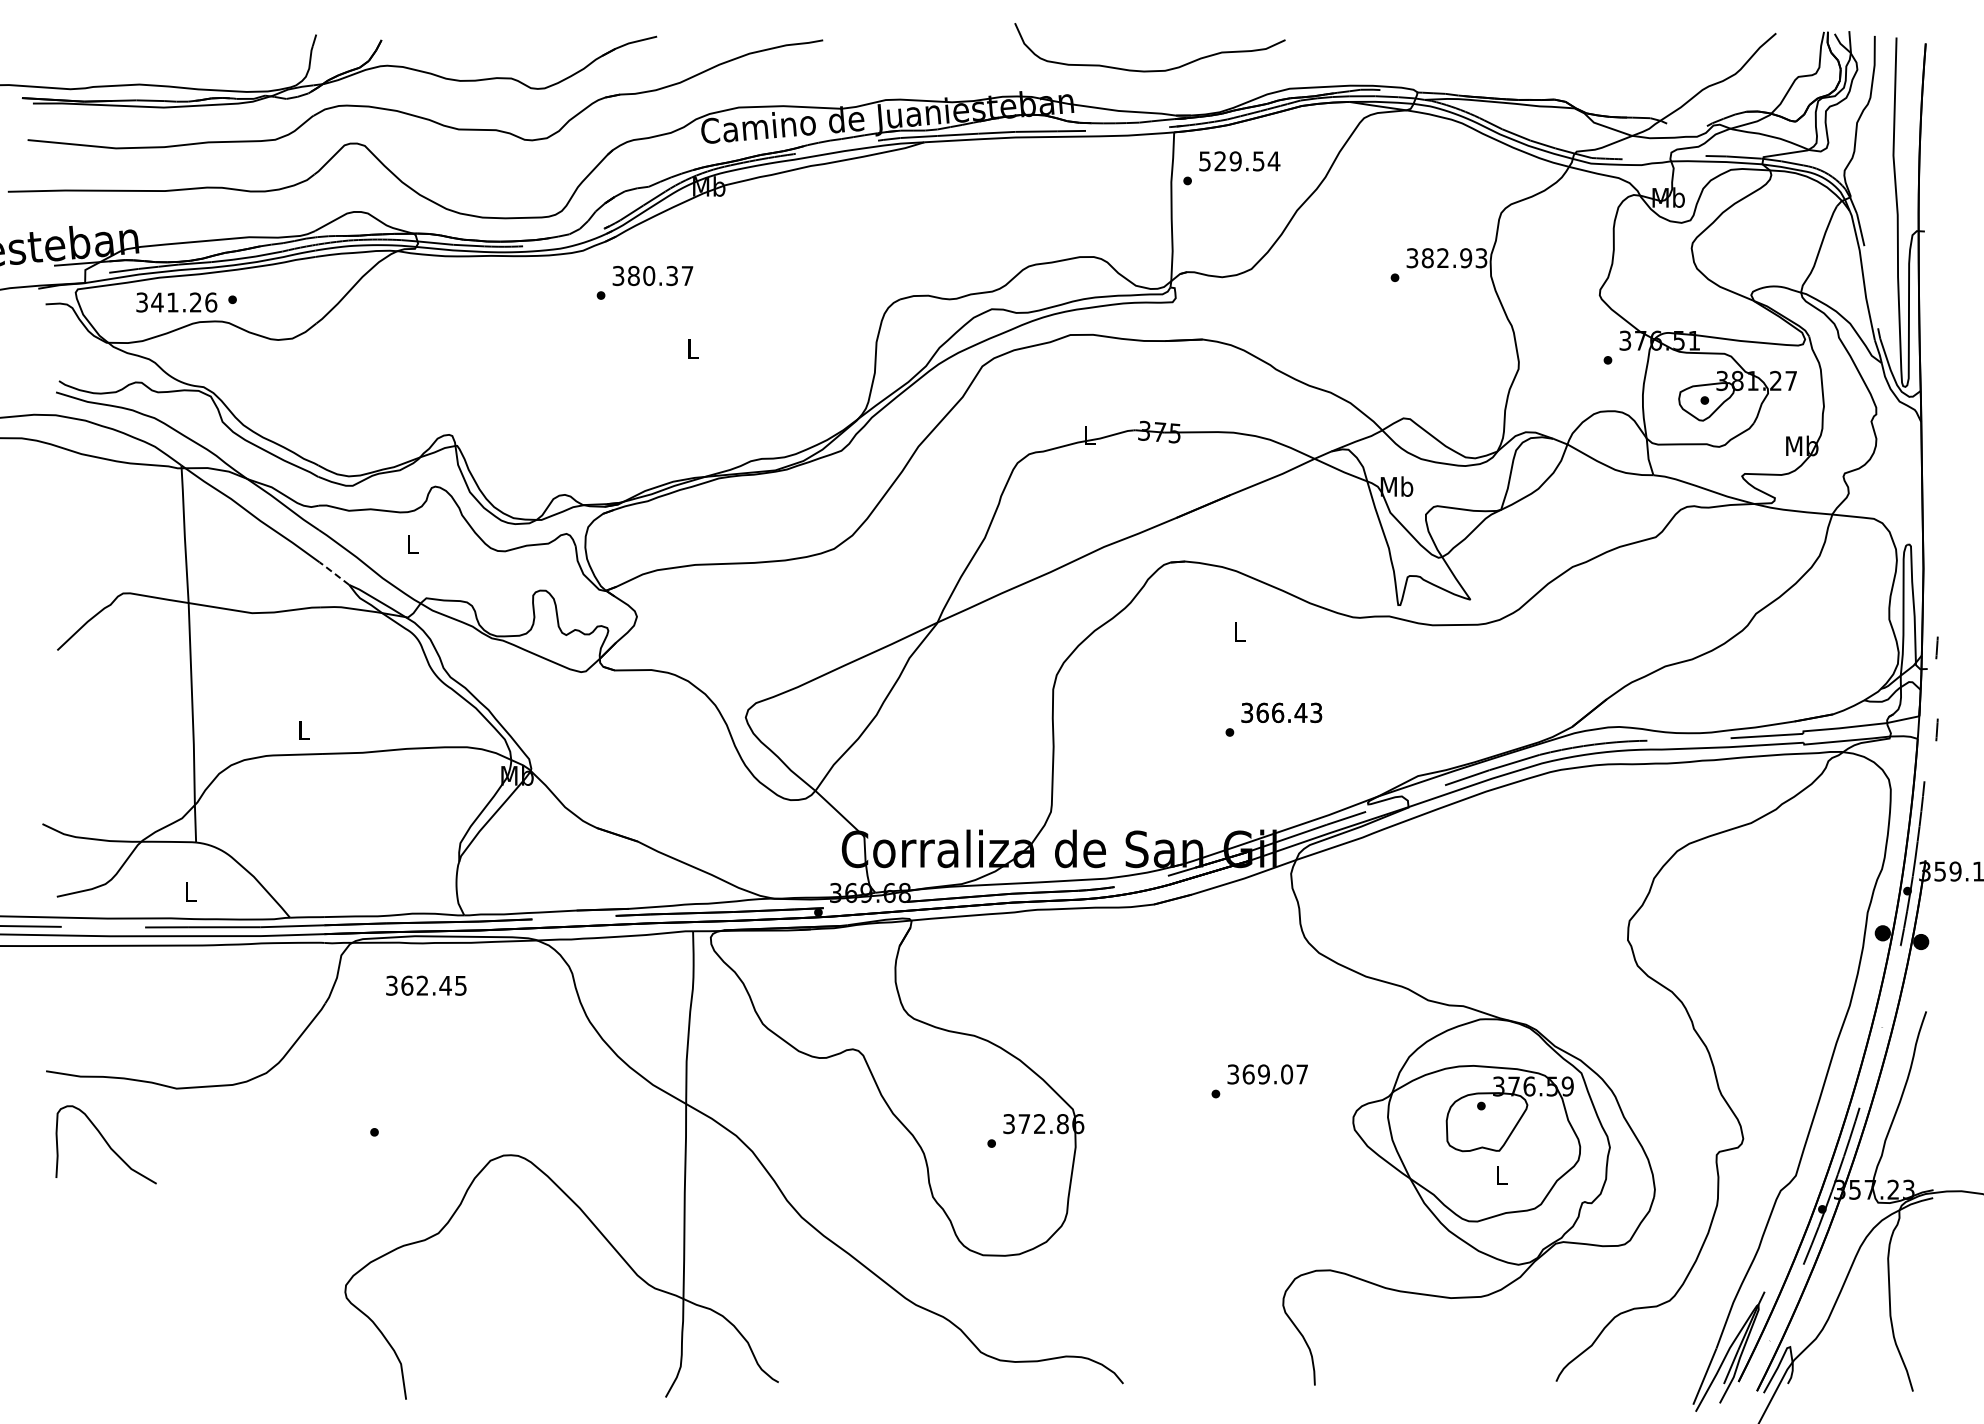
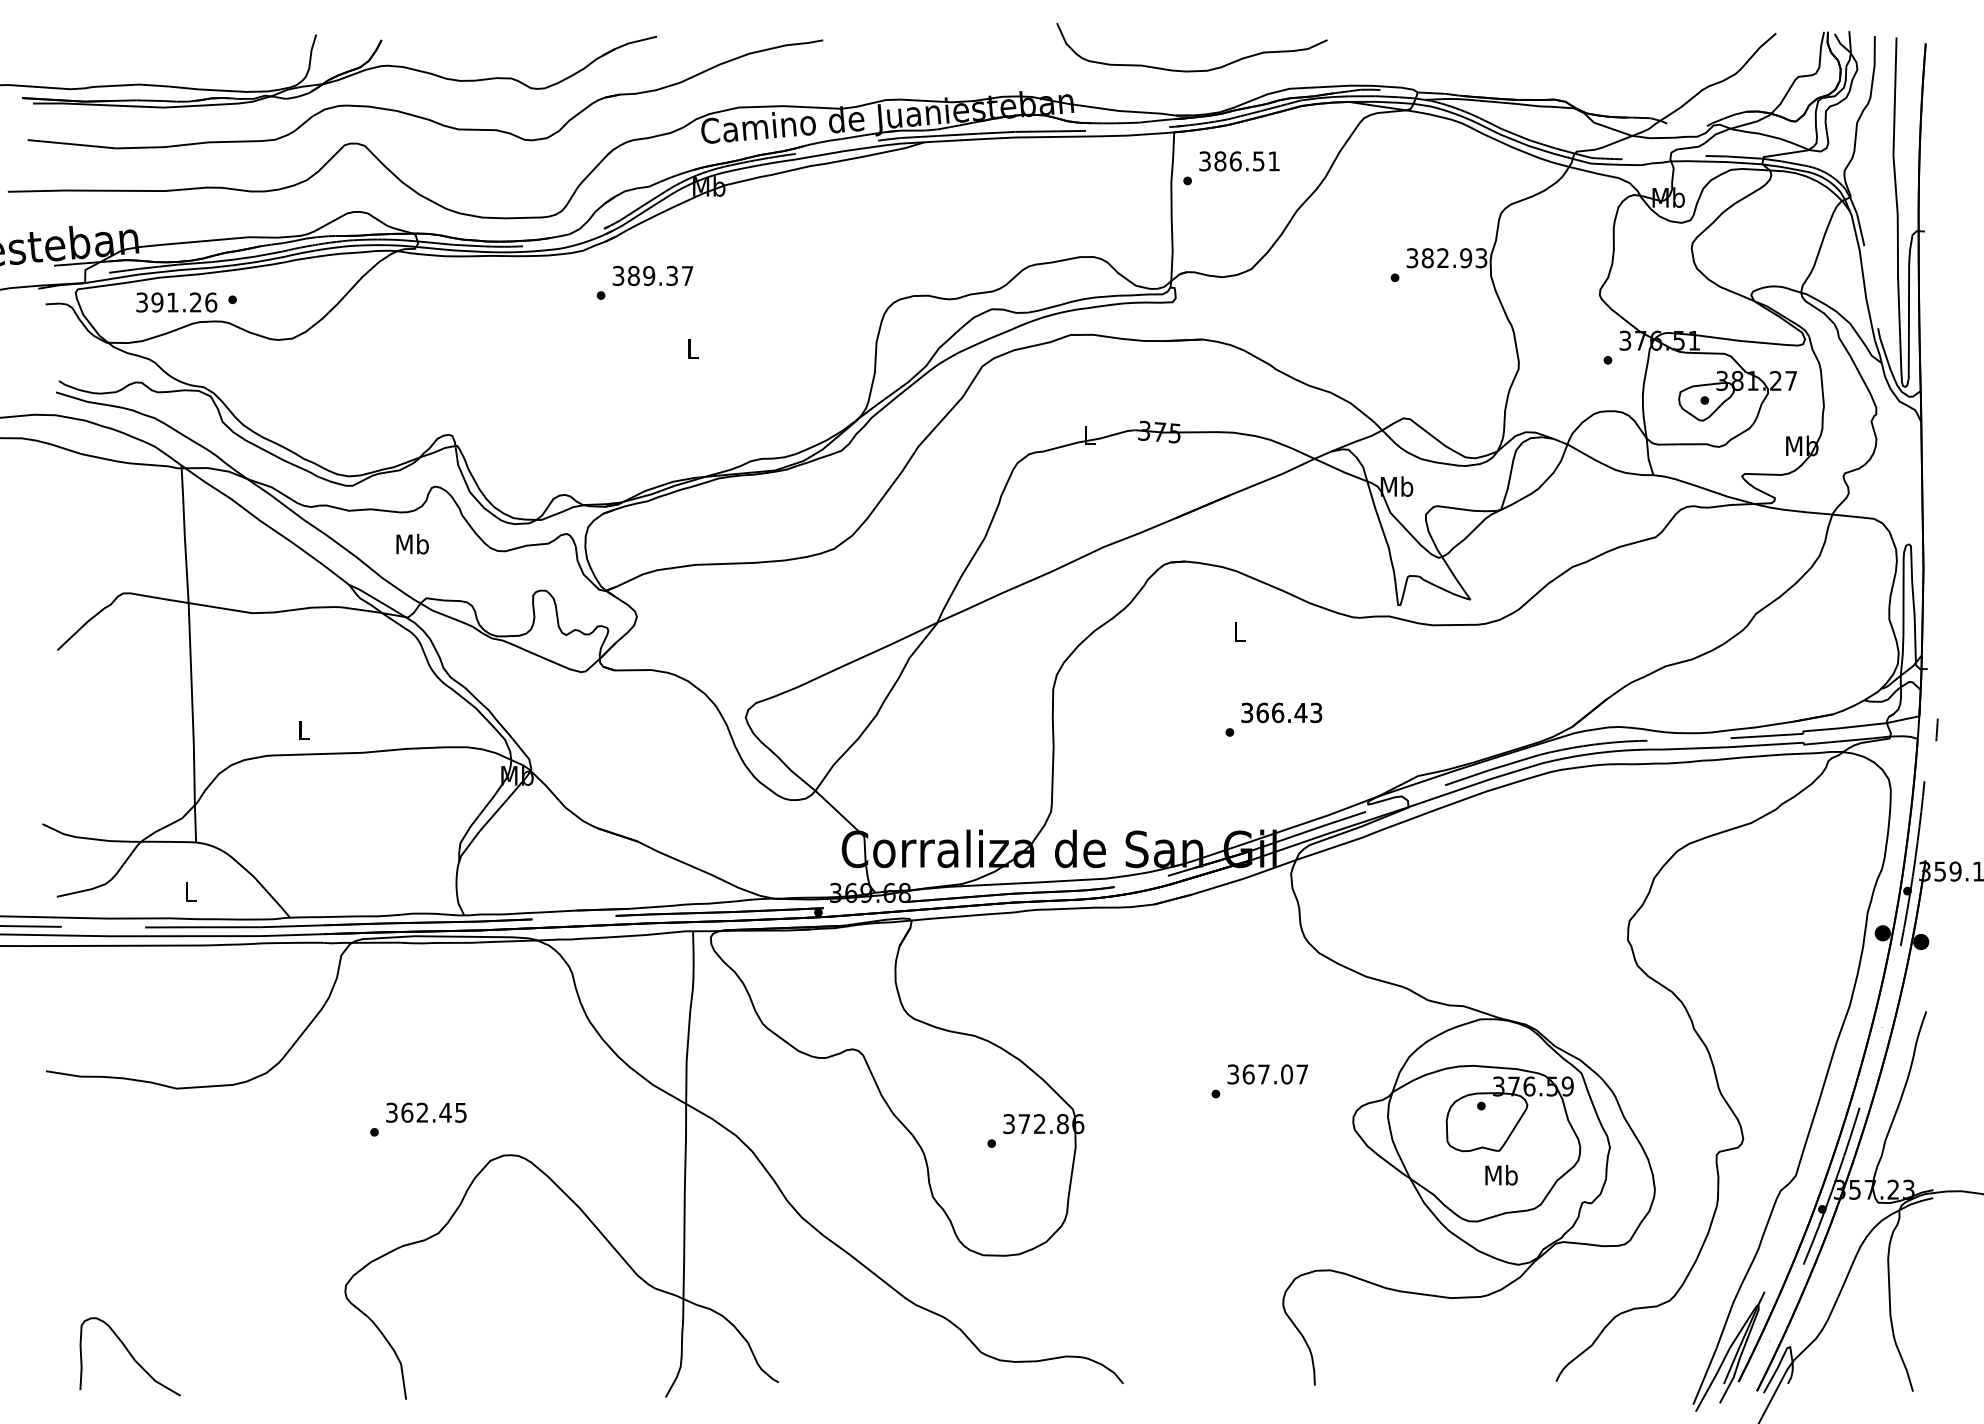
curve at (1149, 70) position: (1149, 70) -> (1191, 70)
text at (1239, 161): 529.54 -> 386.51
text at (649, 276): 380.37 -> 389.37
text at (157, 302): 341.26 -> 391.26
text at (412, 543): L -> Mb
line at (333, 572): dashed -> solid
line at (1936, 647): present -> none
text at (426, 985) position: (426, 985) -> (426, 1112)
text at (1263, 1074): 369.07 -> 367.07
curve at (106, 1144) position: (106, 1144) -> (130, 1356)
text at (1501, 1175): L -> Mb
